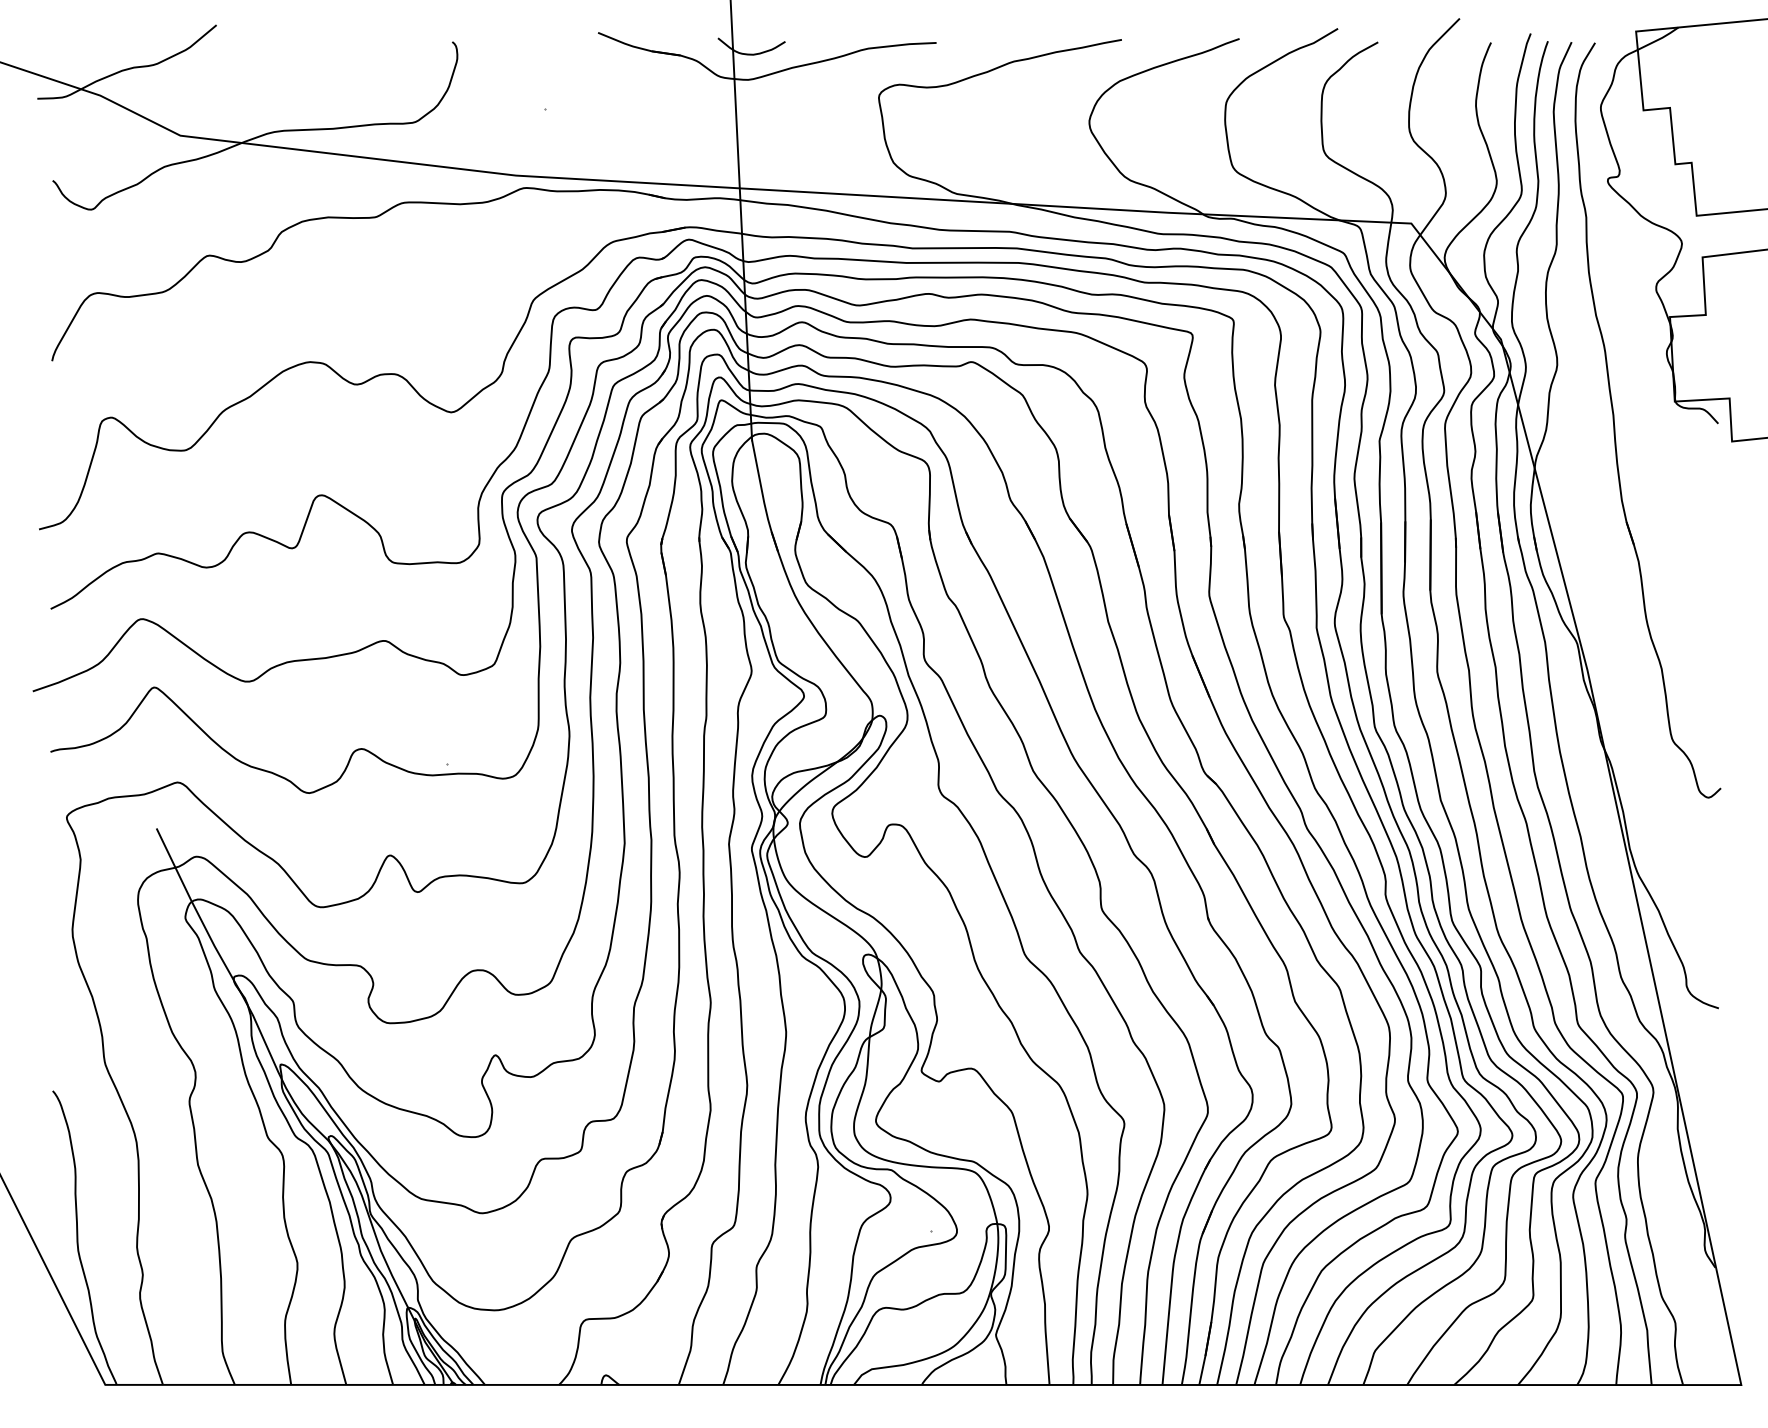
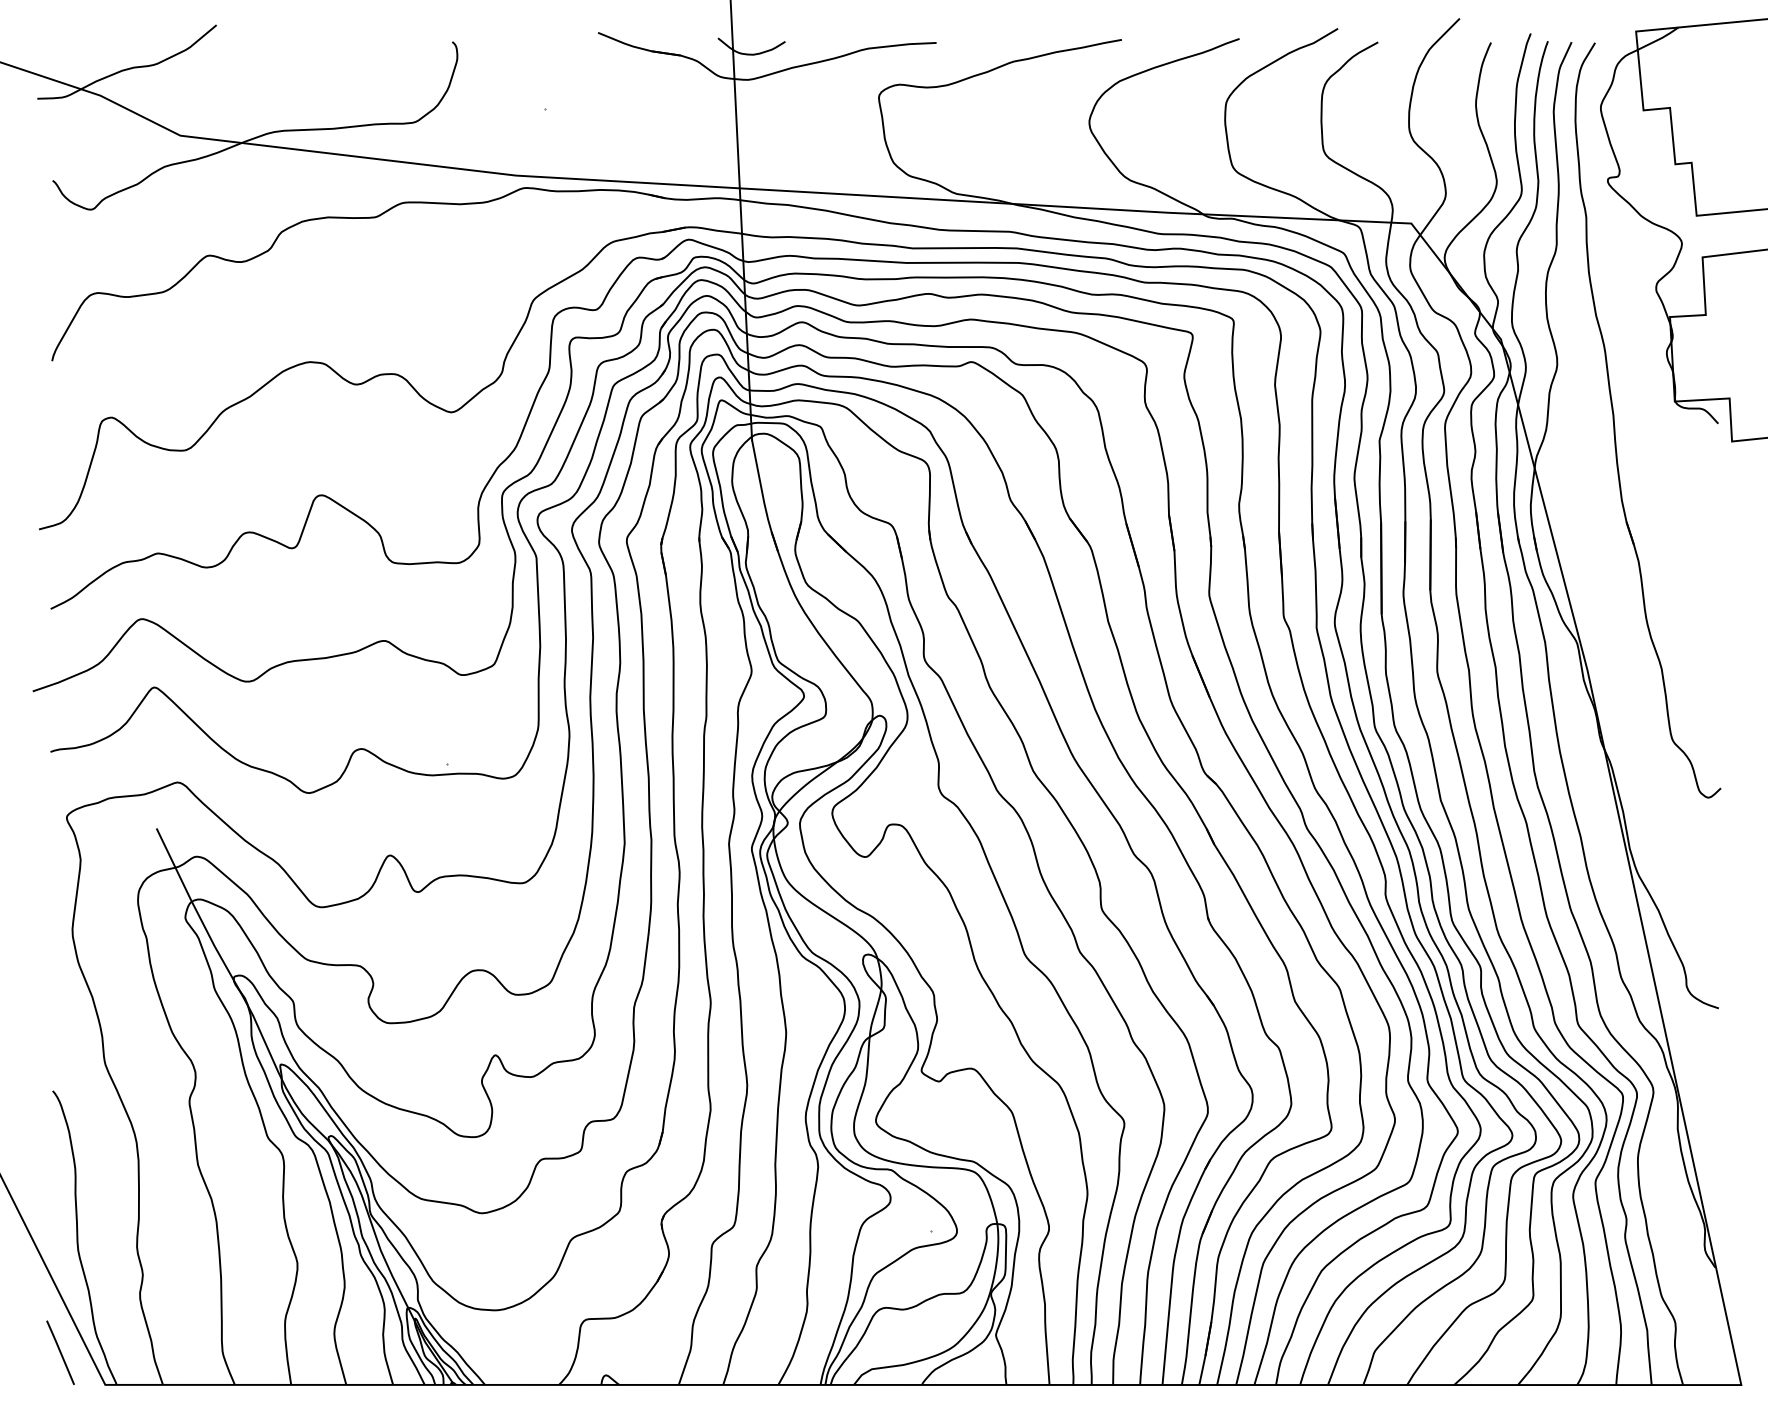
line at (60, 1352): none -> present
